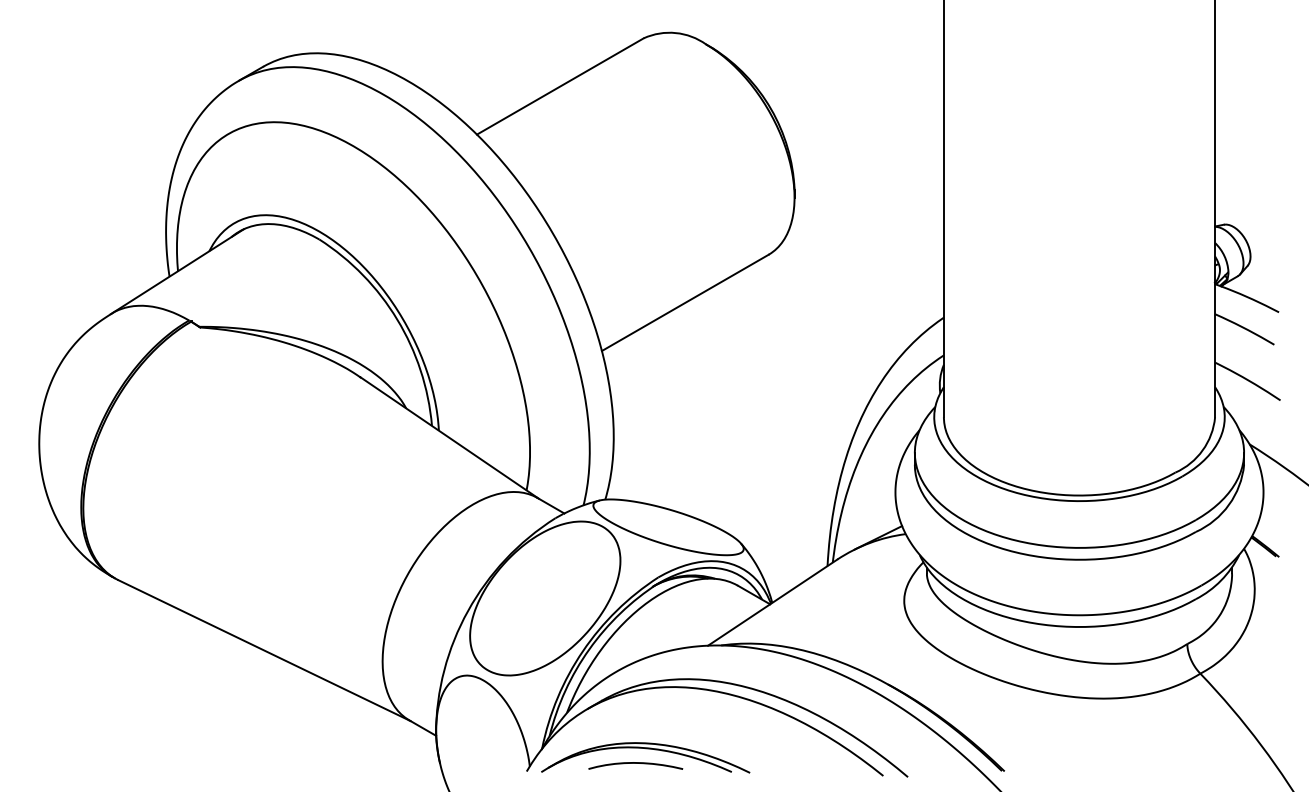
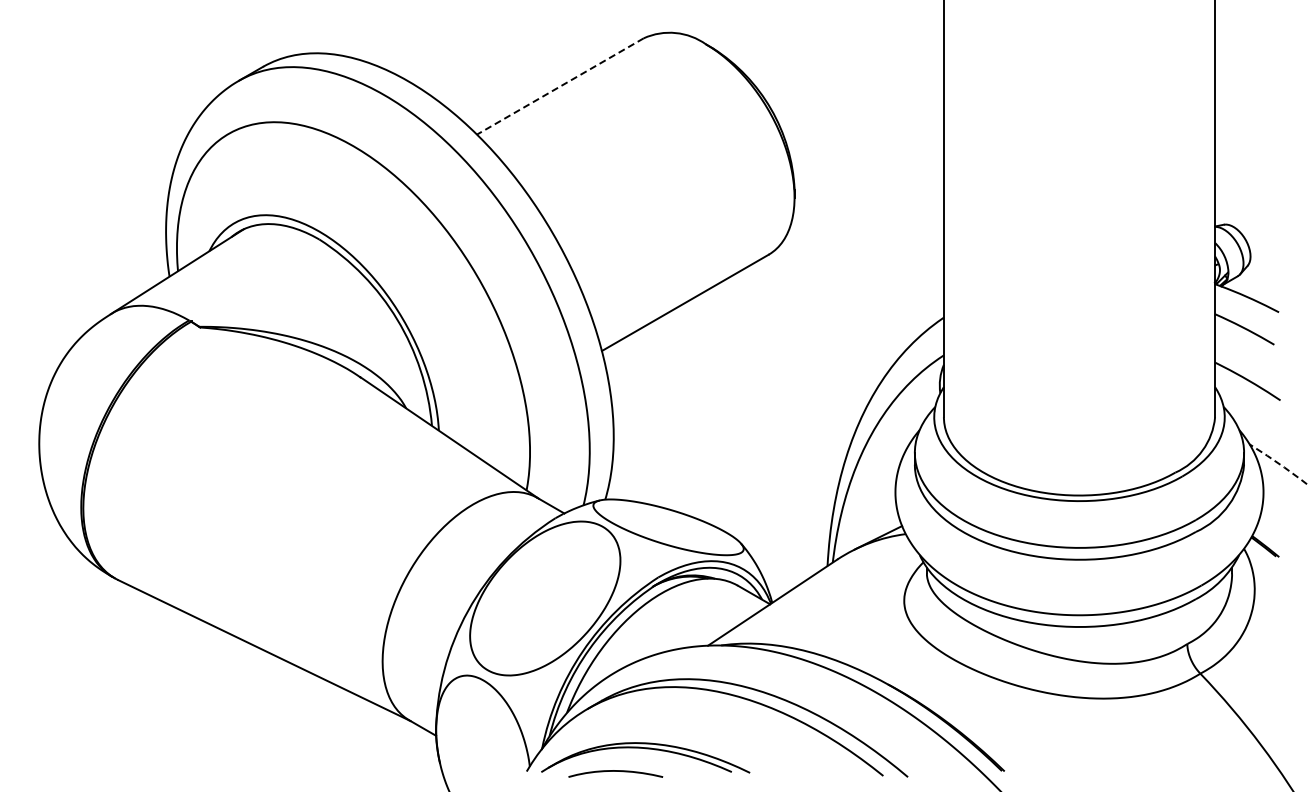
line at (559, 86): solid -> dashed
arc at (1279, 464): solid -> dashed
curve at (635, 763) position: (635, 763) -> (615, 771)
